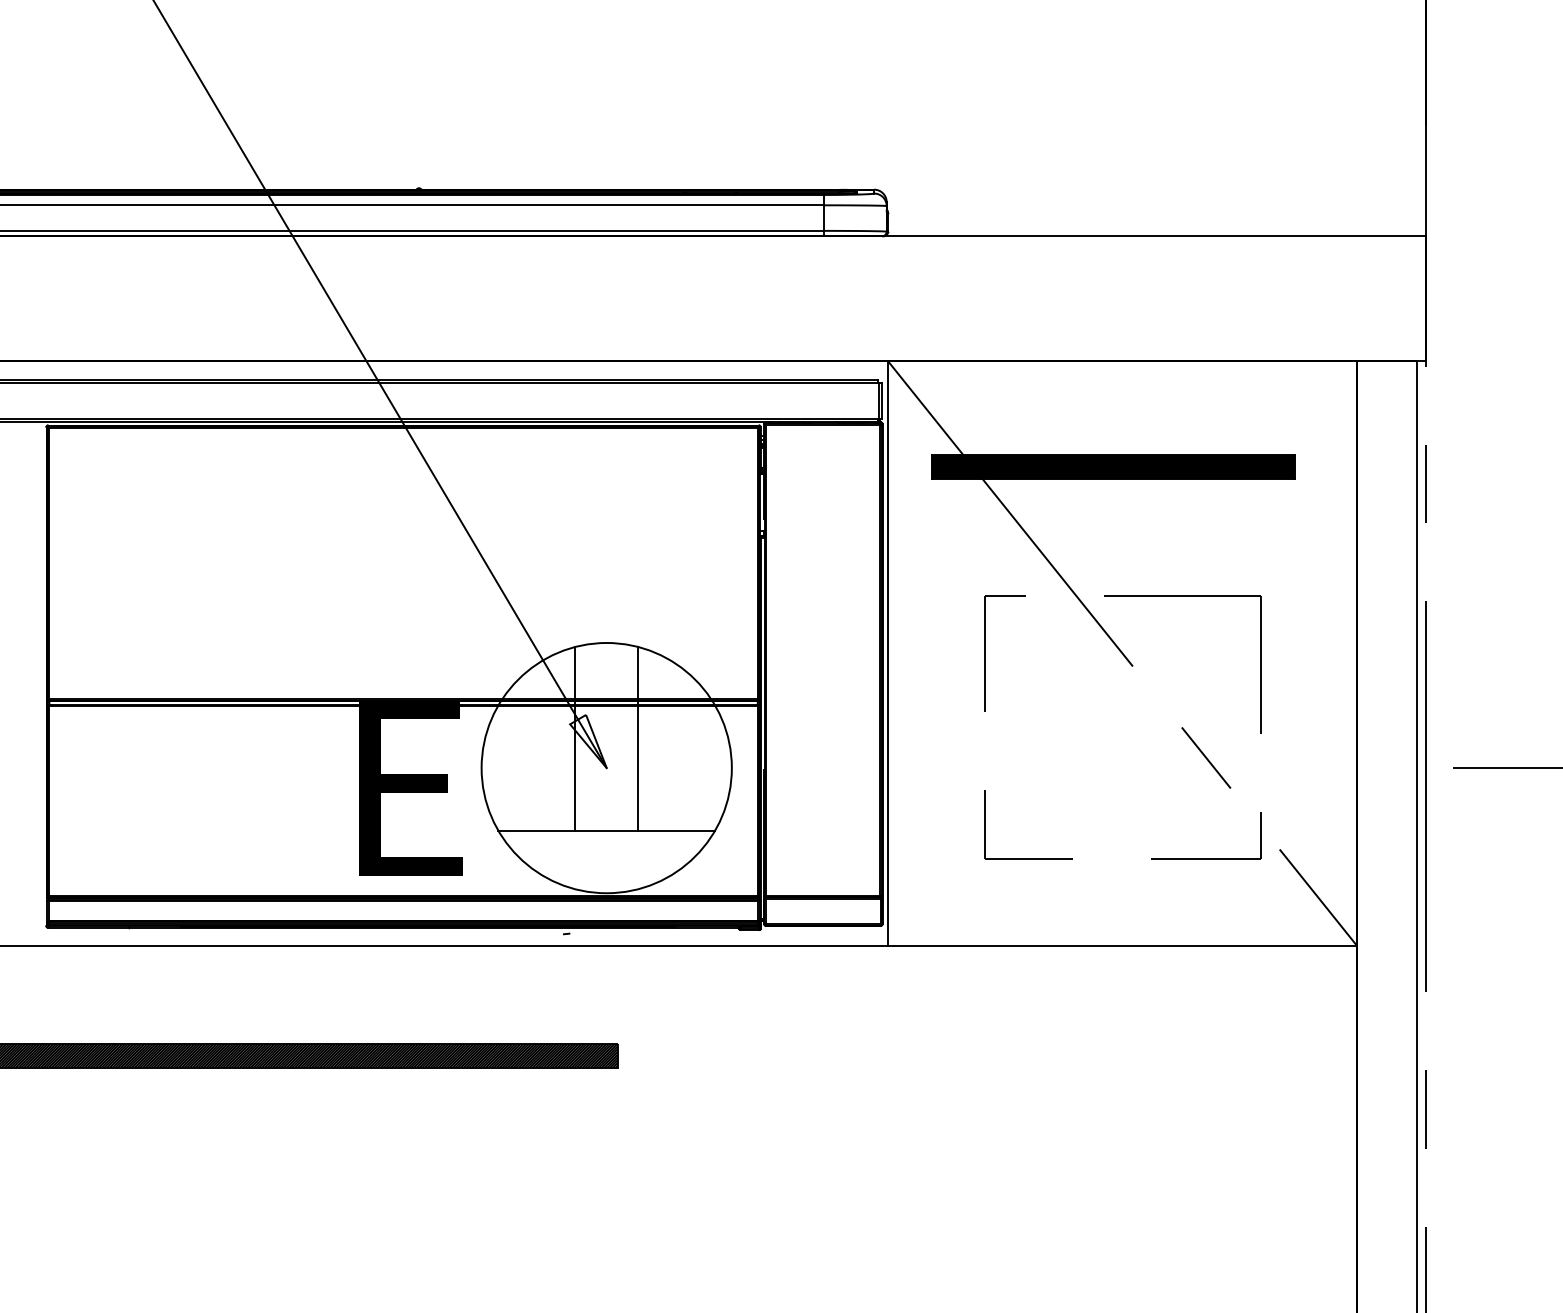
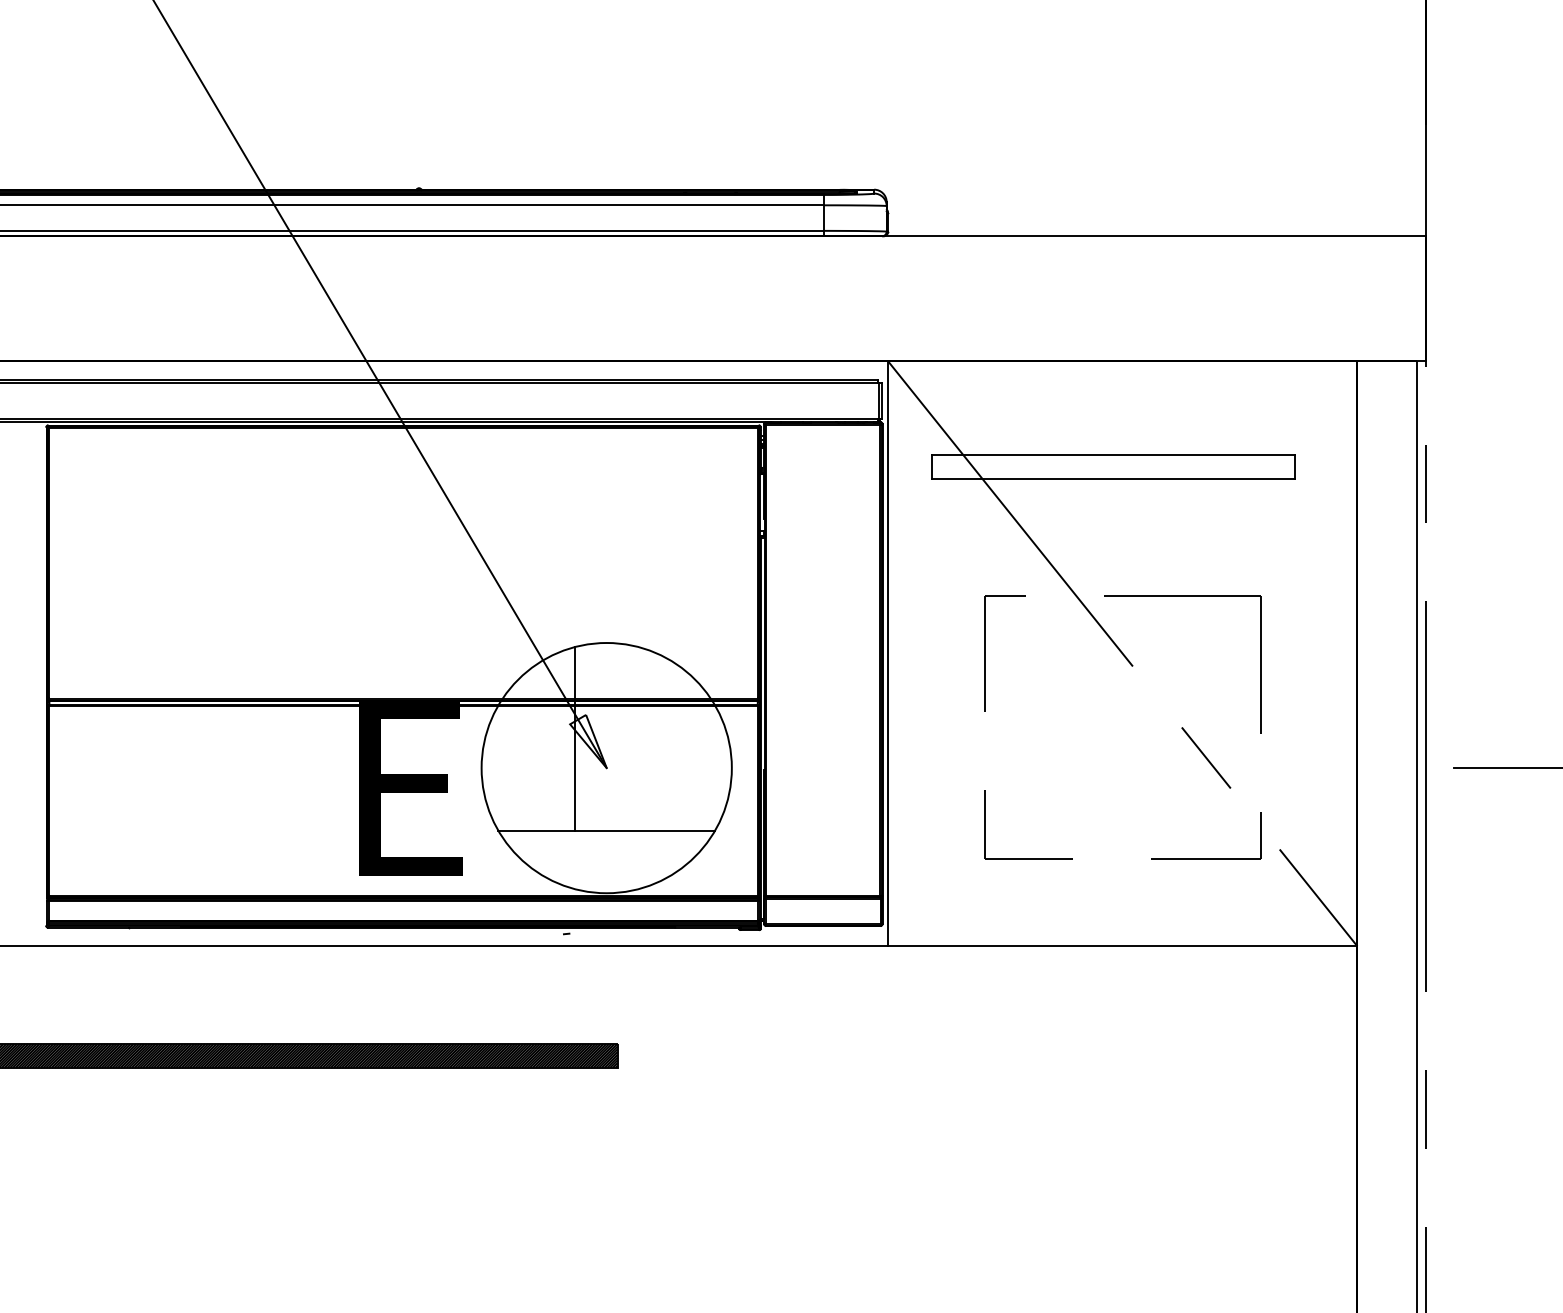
hatch at (1113, 466): present -> none
line at (638, 738): present -> none
